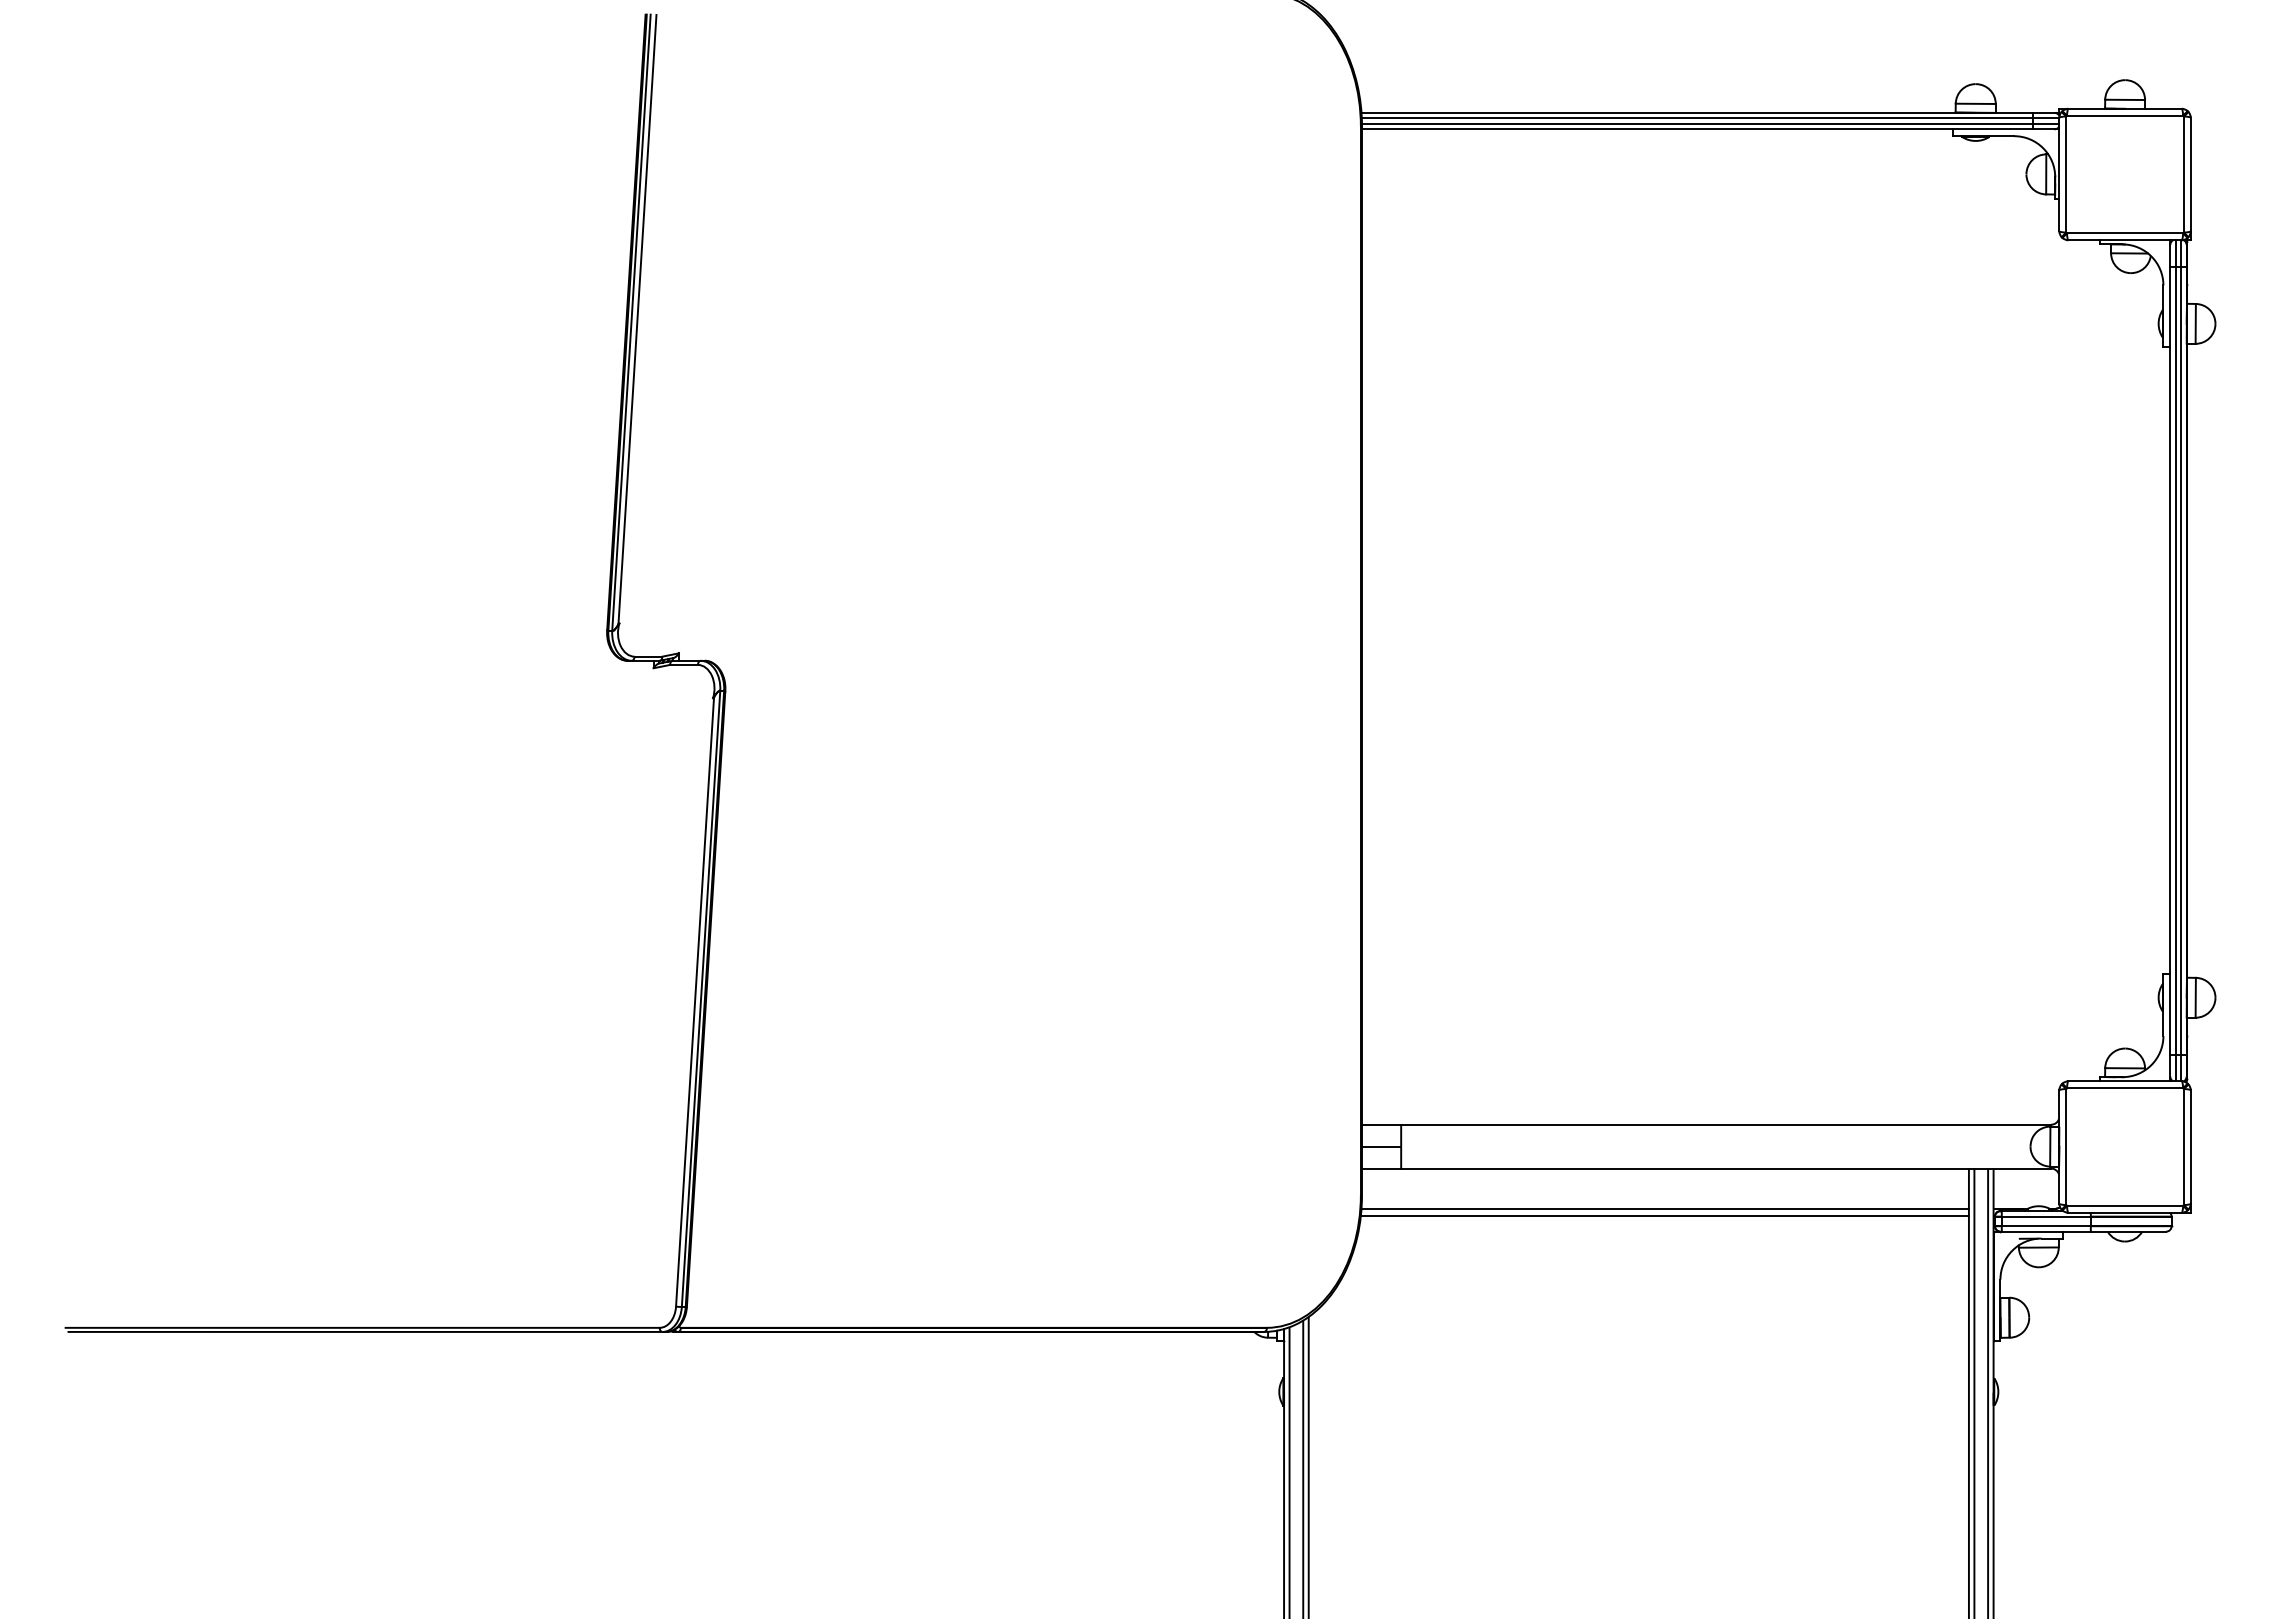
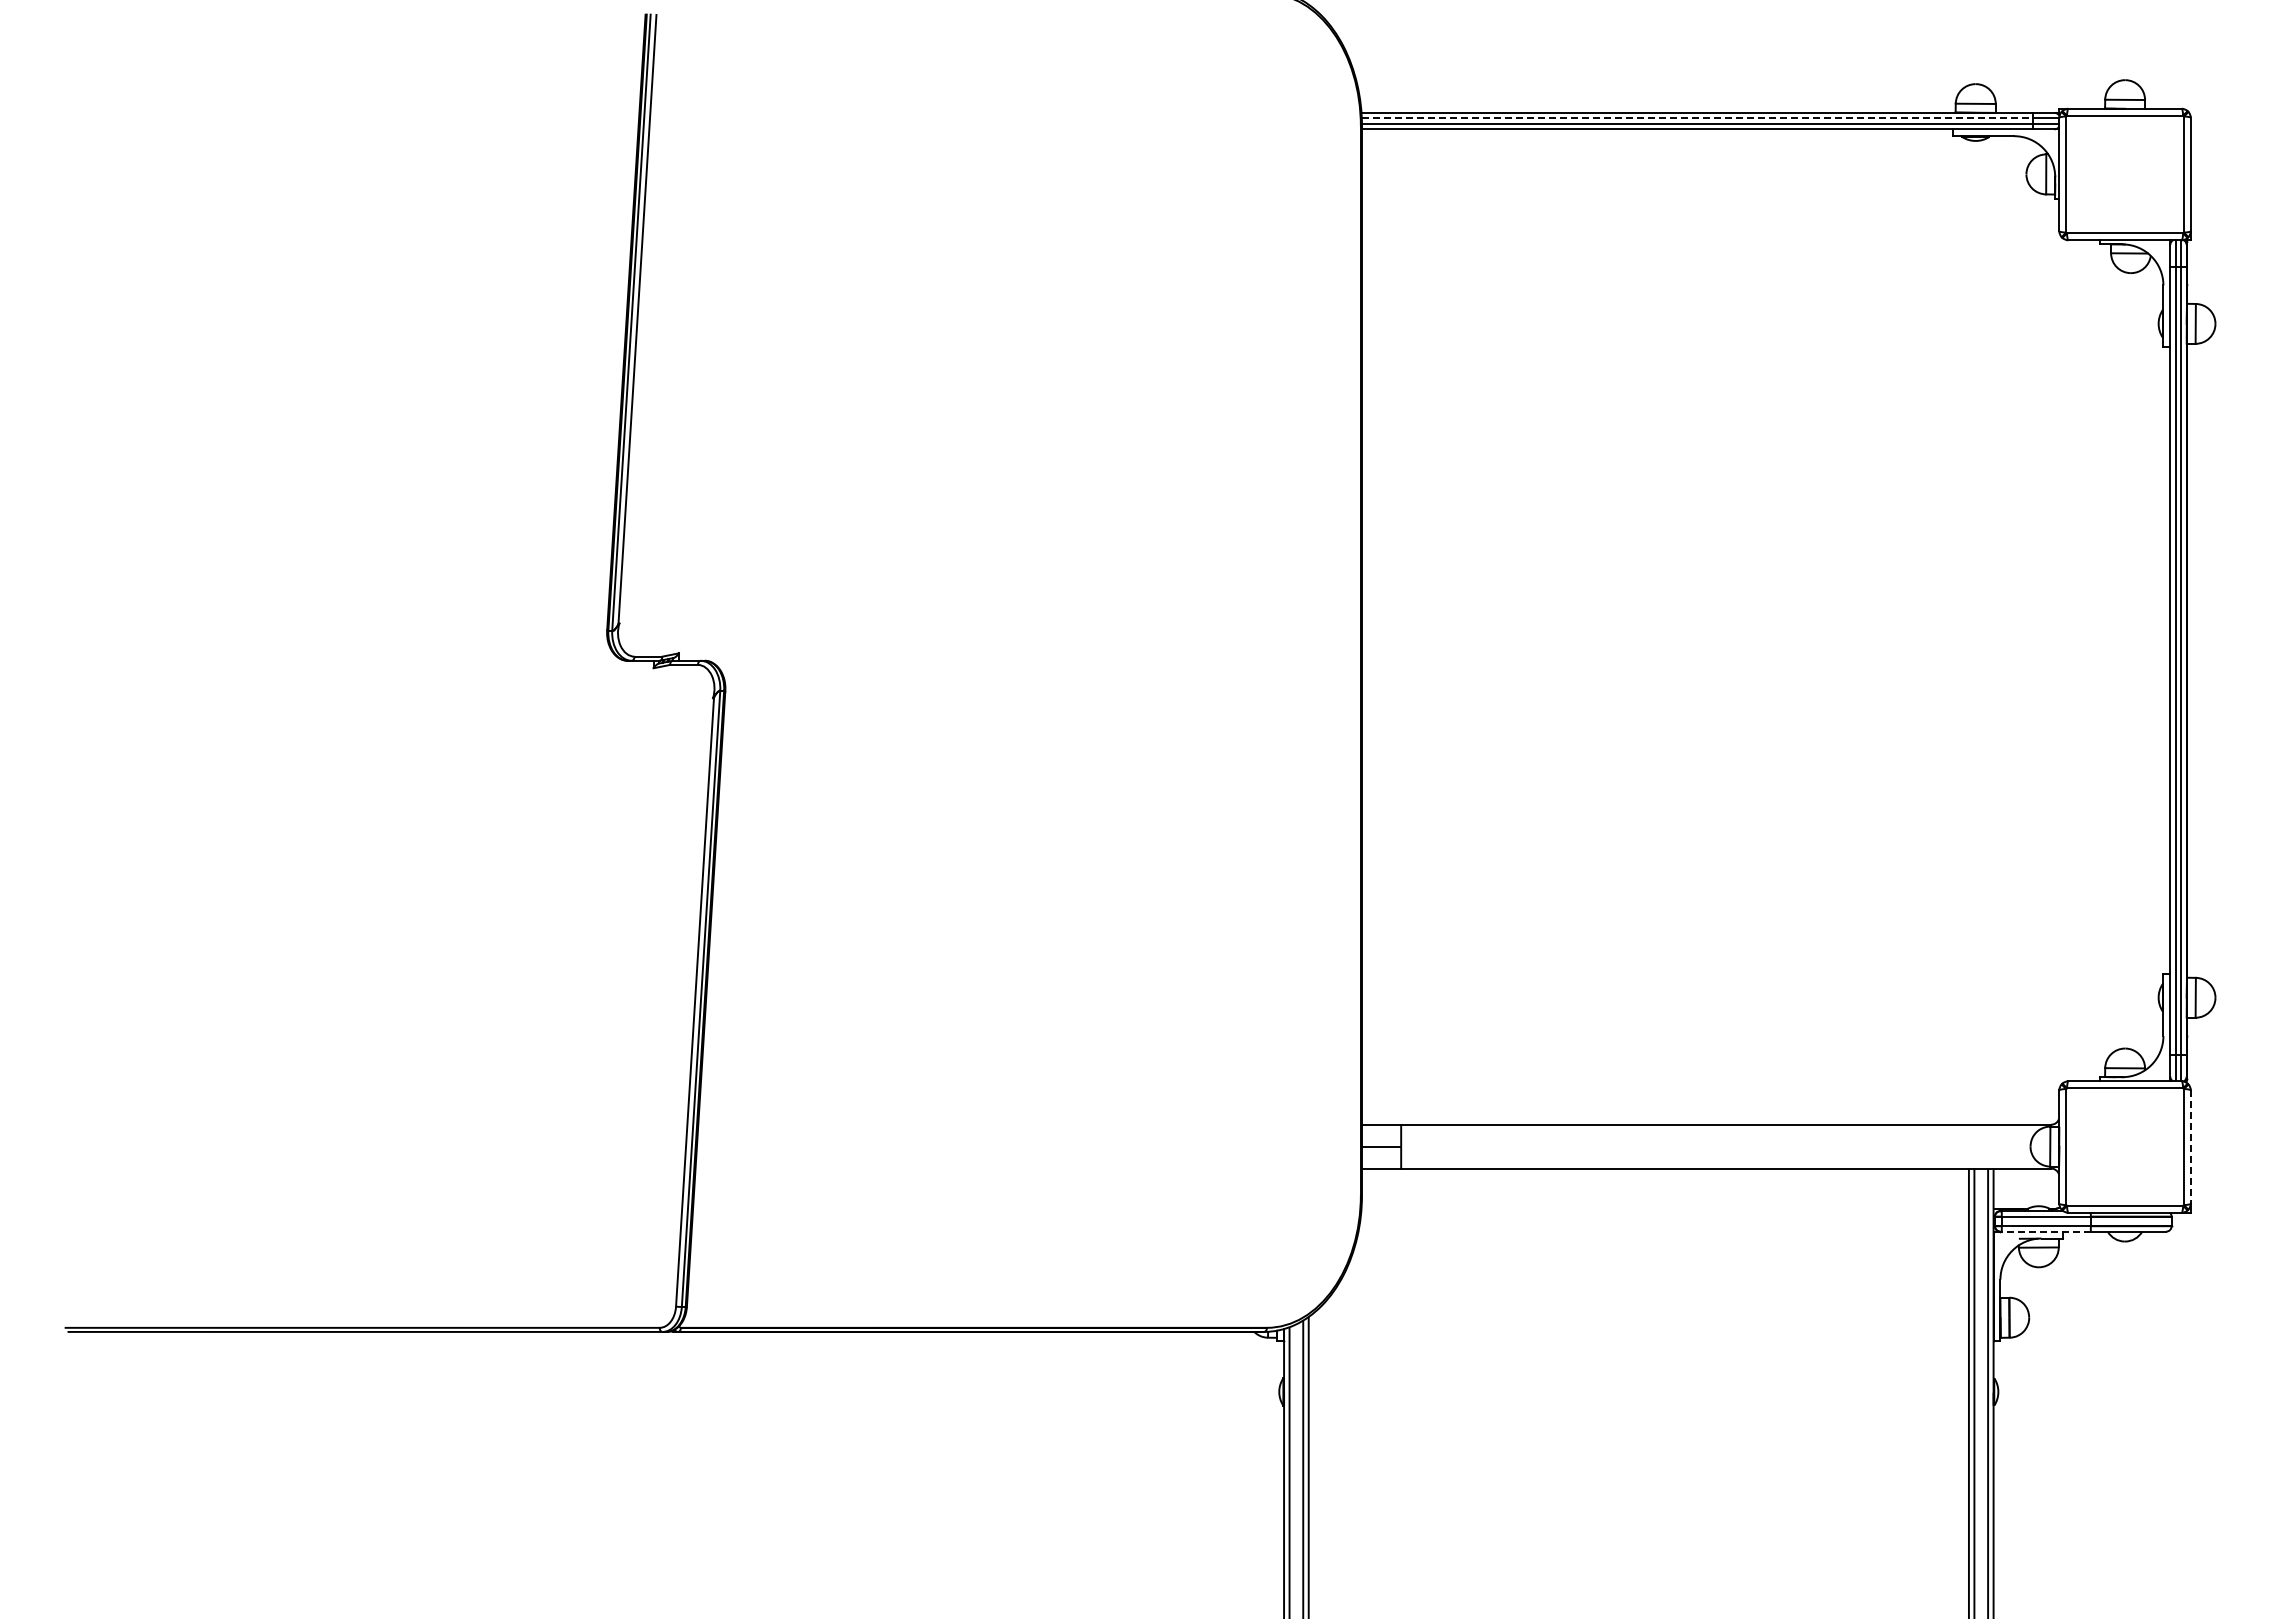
line at (1697, 118): solid -> dashed
line at (2190, 1147): solid -> dashed
line at (1664, 1208): present -> none
line at (1664, 1215): present -> none
line at (2046, 1231): solid -> dashed
